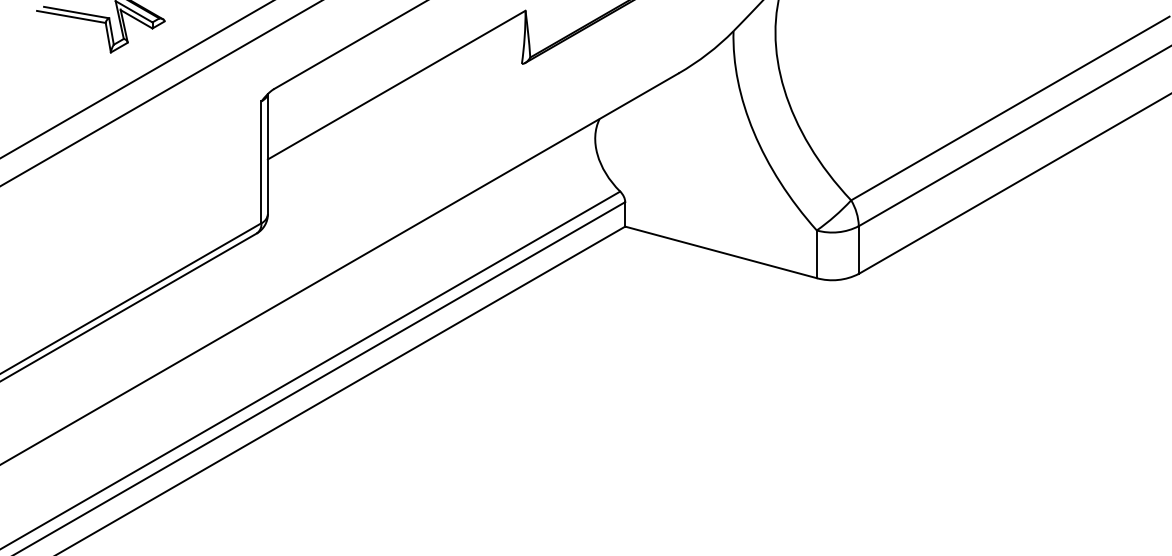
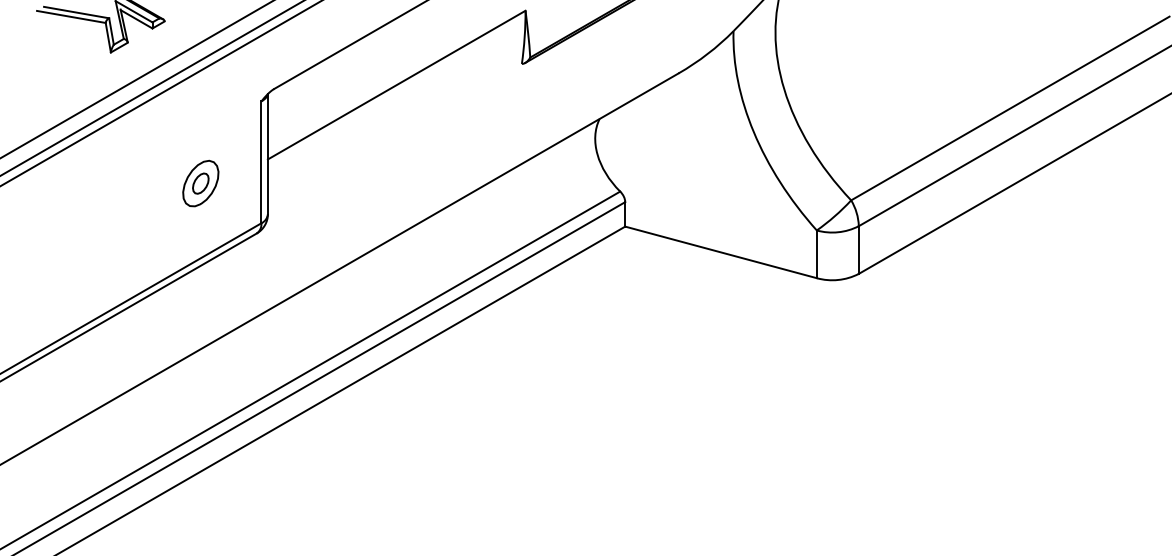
line at (151, 88): none -> present
part at (200, 183): none -> present
